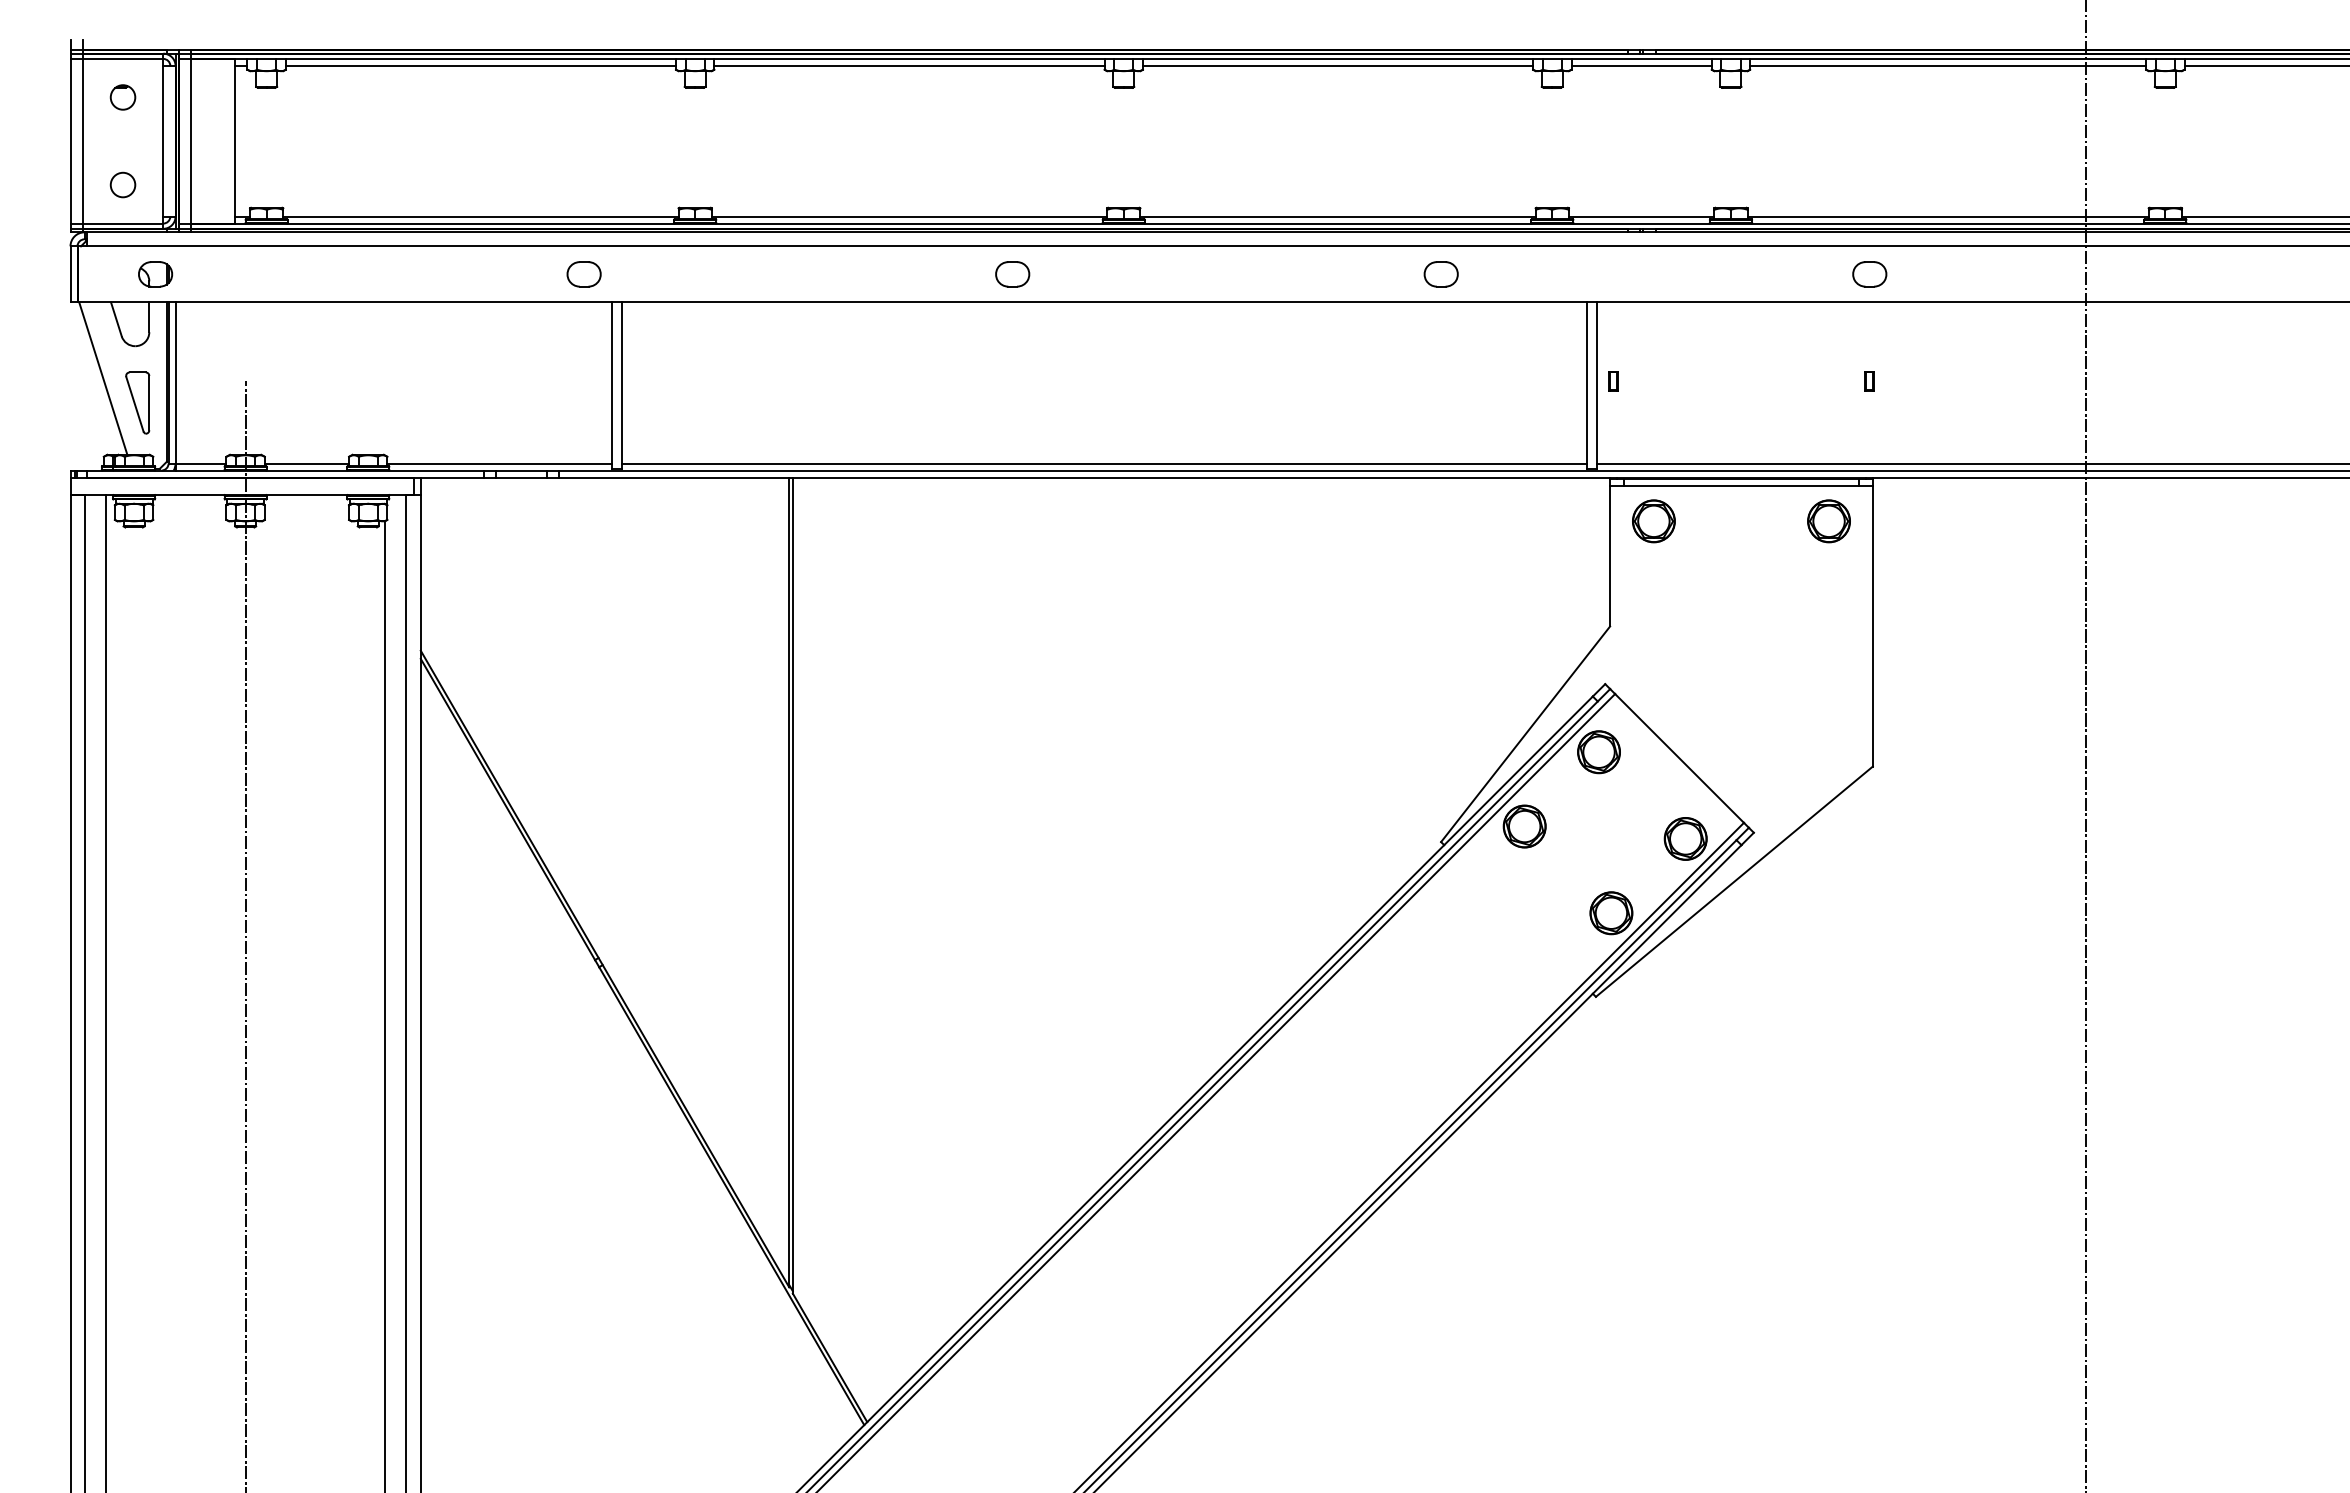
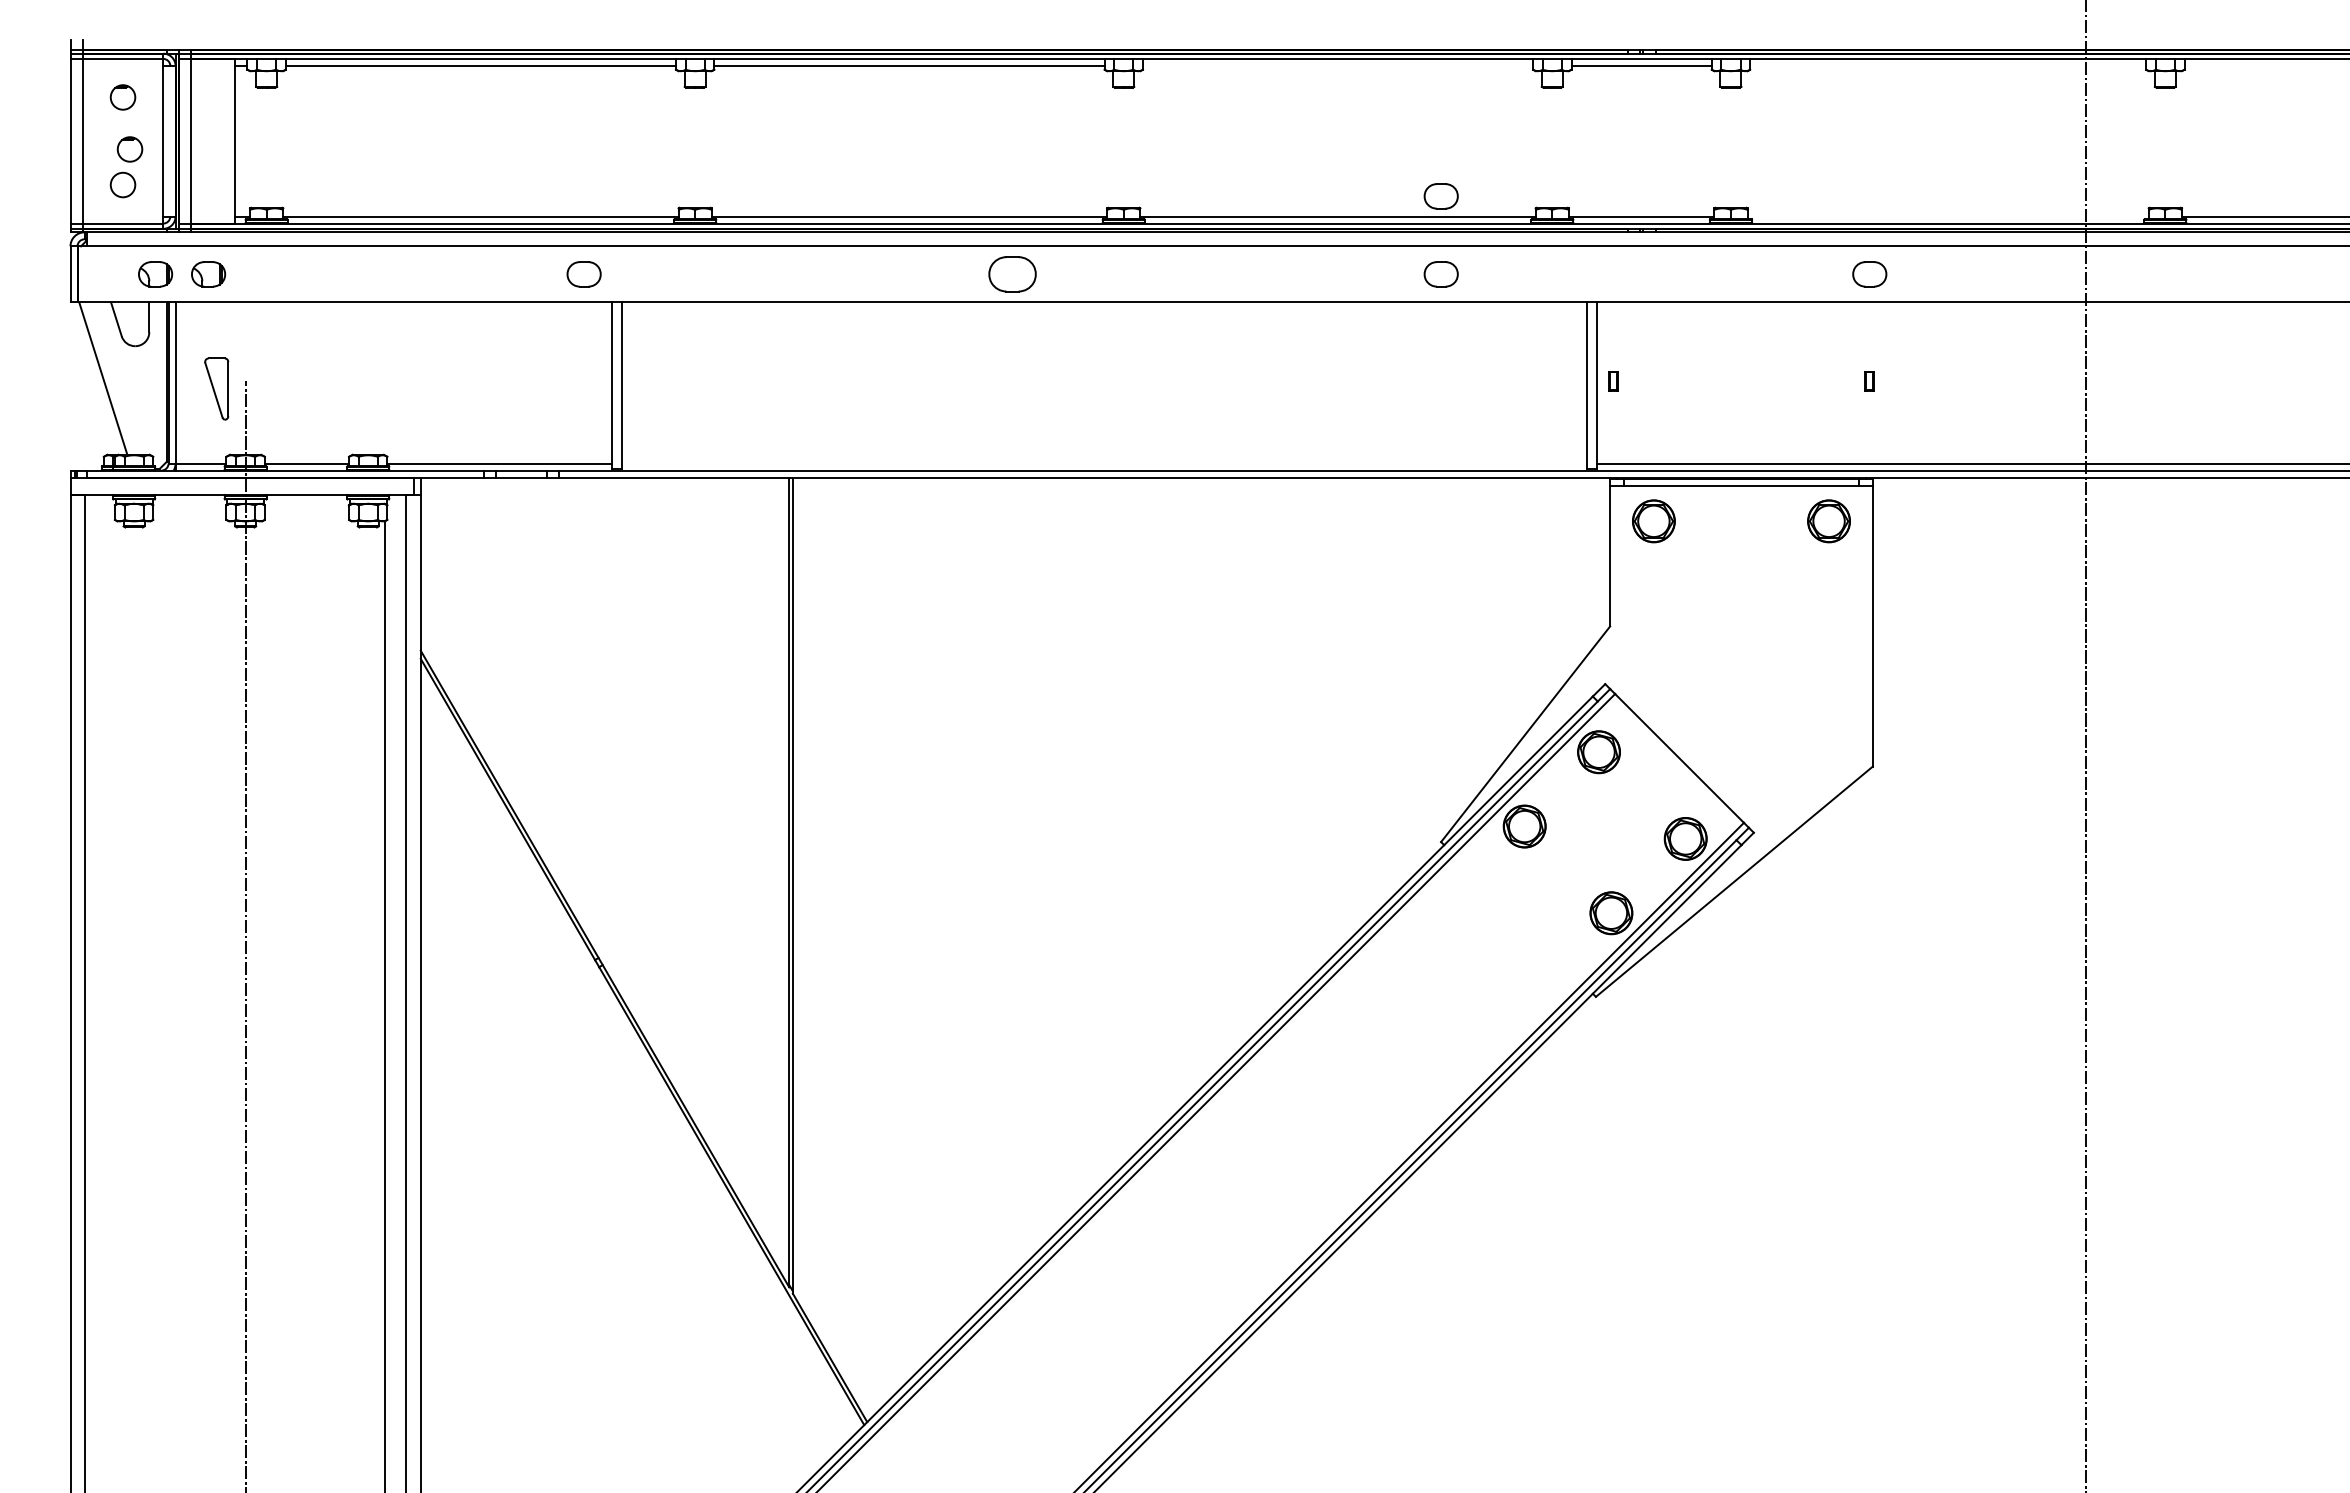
line at (1337, 65): present -> none
line at (1948, 65): present -> none
line at (2265, 65): present -> none
part at (129, 149): none -> present
part at (1440, 196): none -> present
line at (1947, 216): present -> none
part at (208, 274): none -> present
part at (1012, 274) size: 36x27 px -> 49x37 px
part at (137, 402) position: (137, 402) -> (216, 388)
line at (1104, 463): present -> none
line at (106, 992): present -> none
